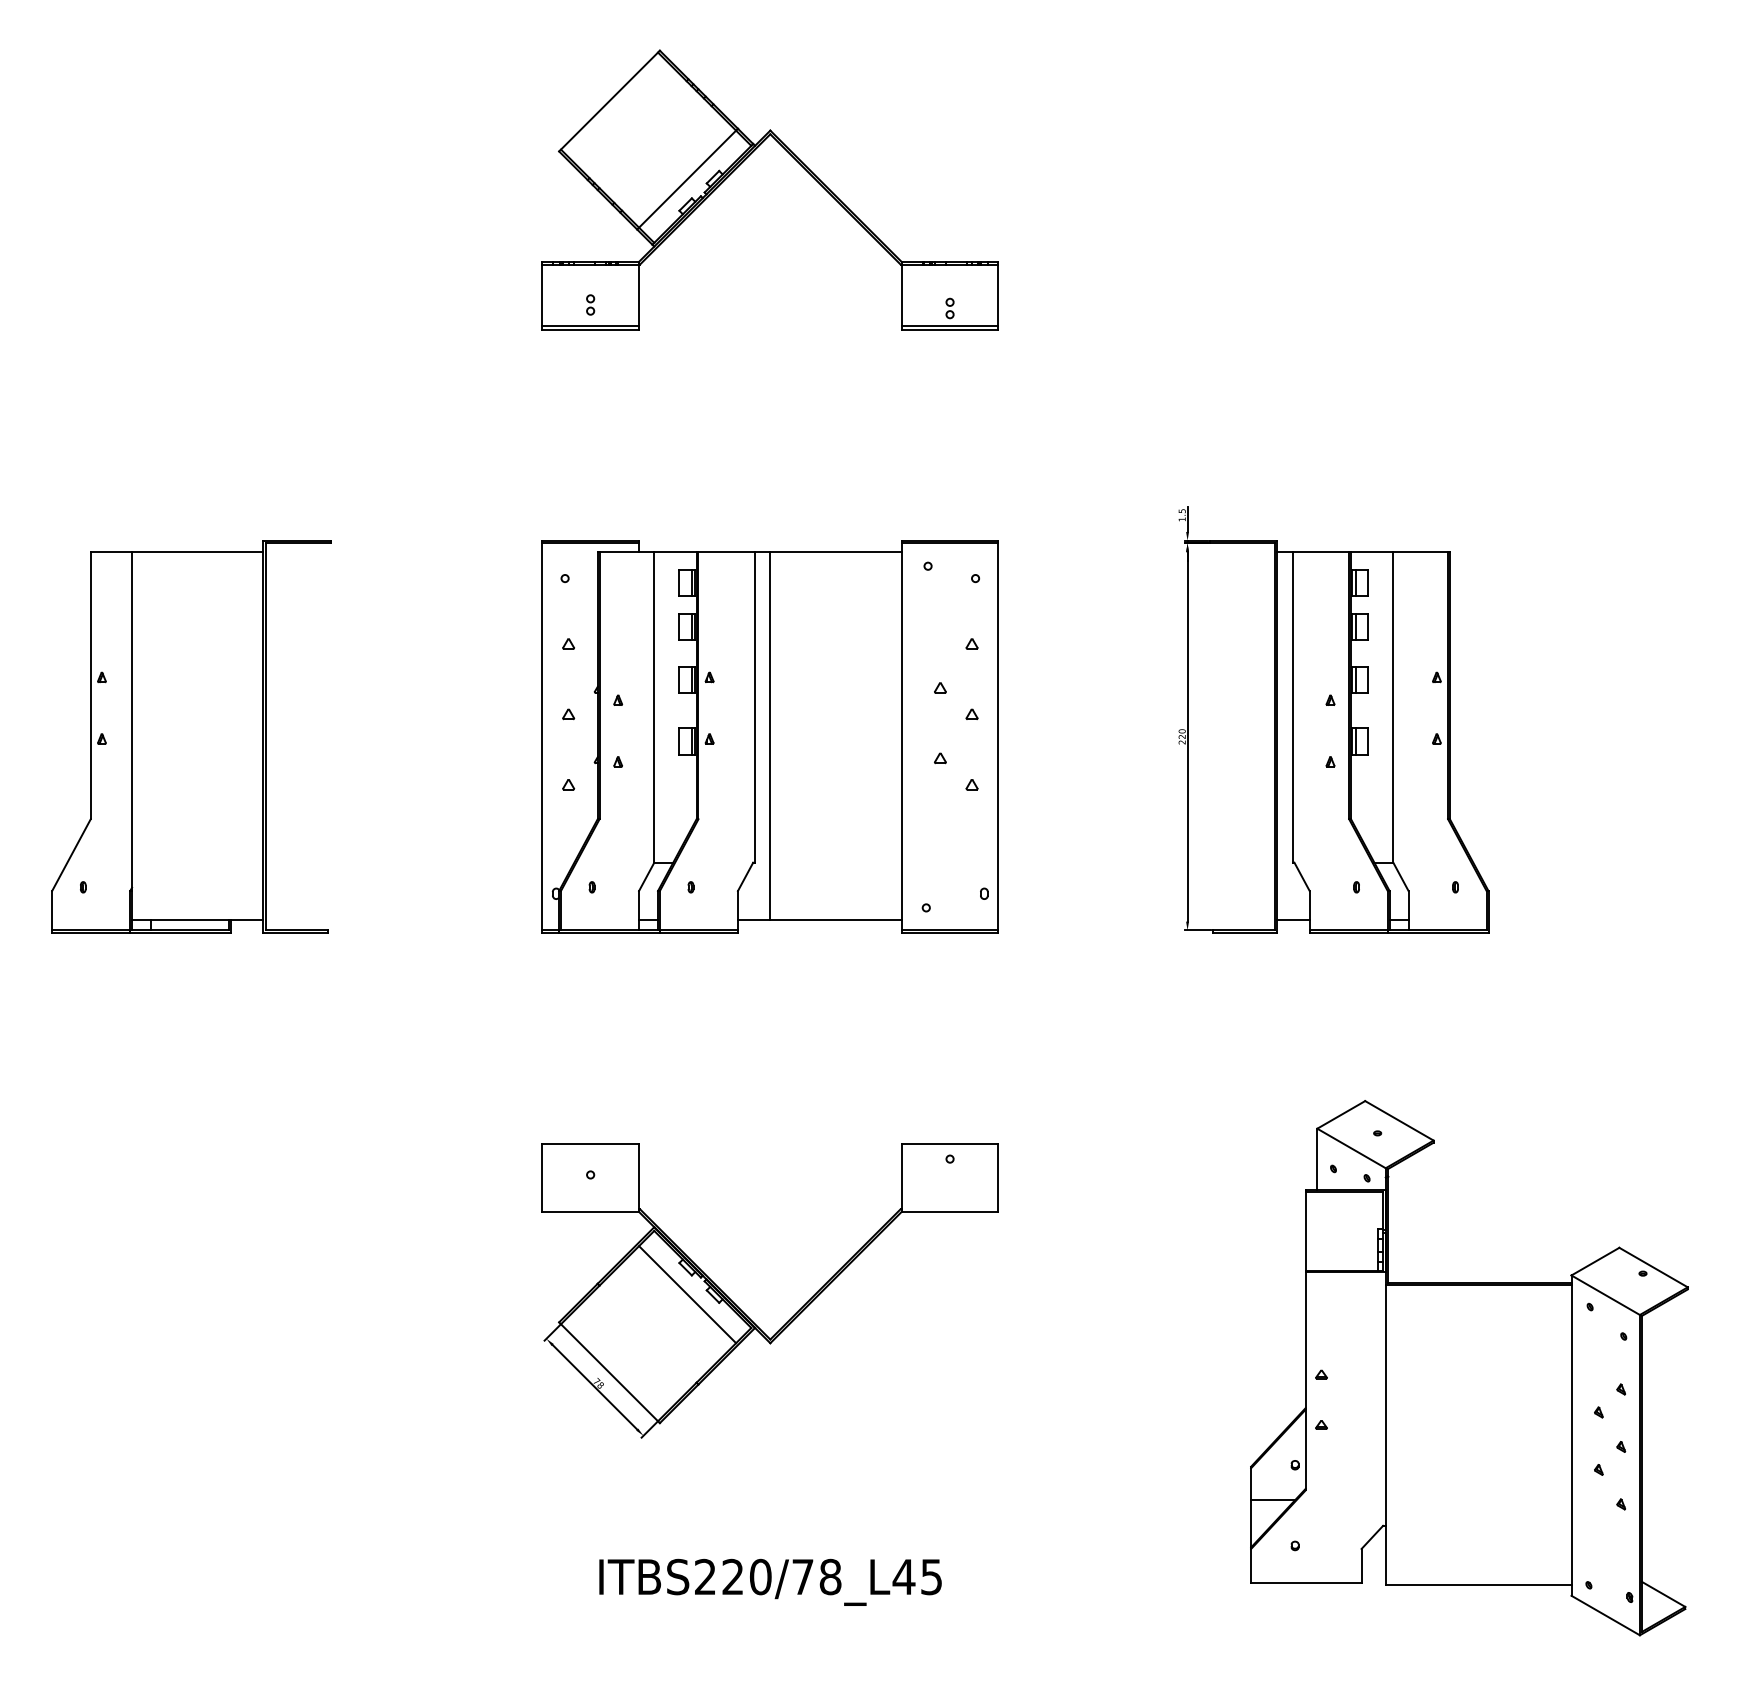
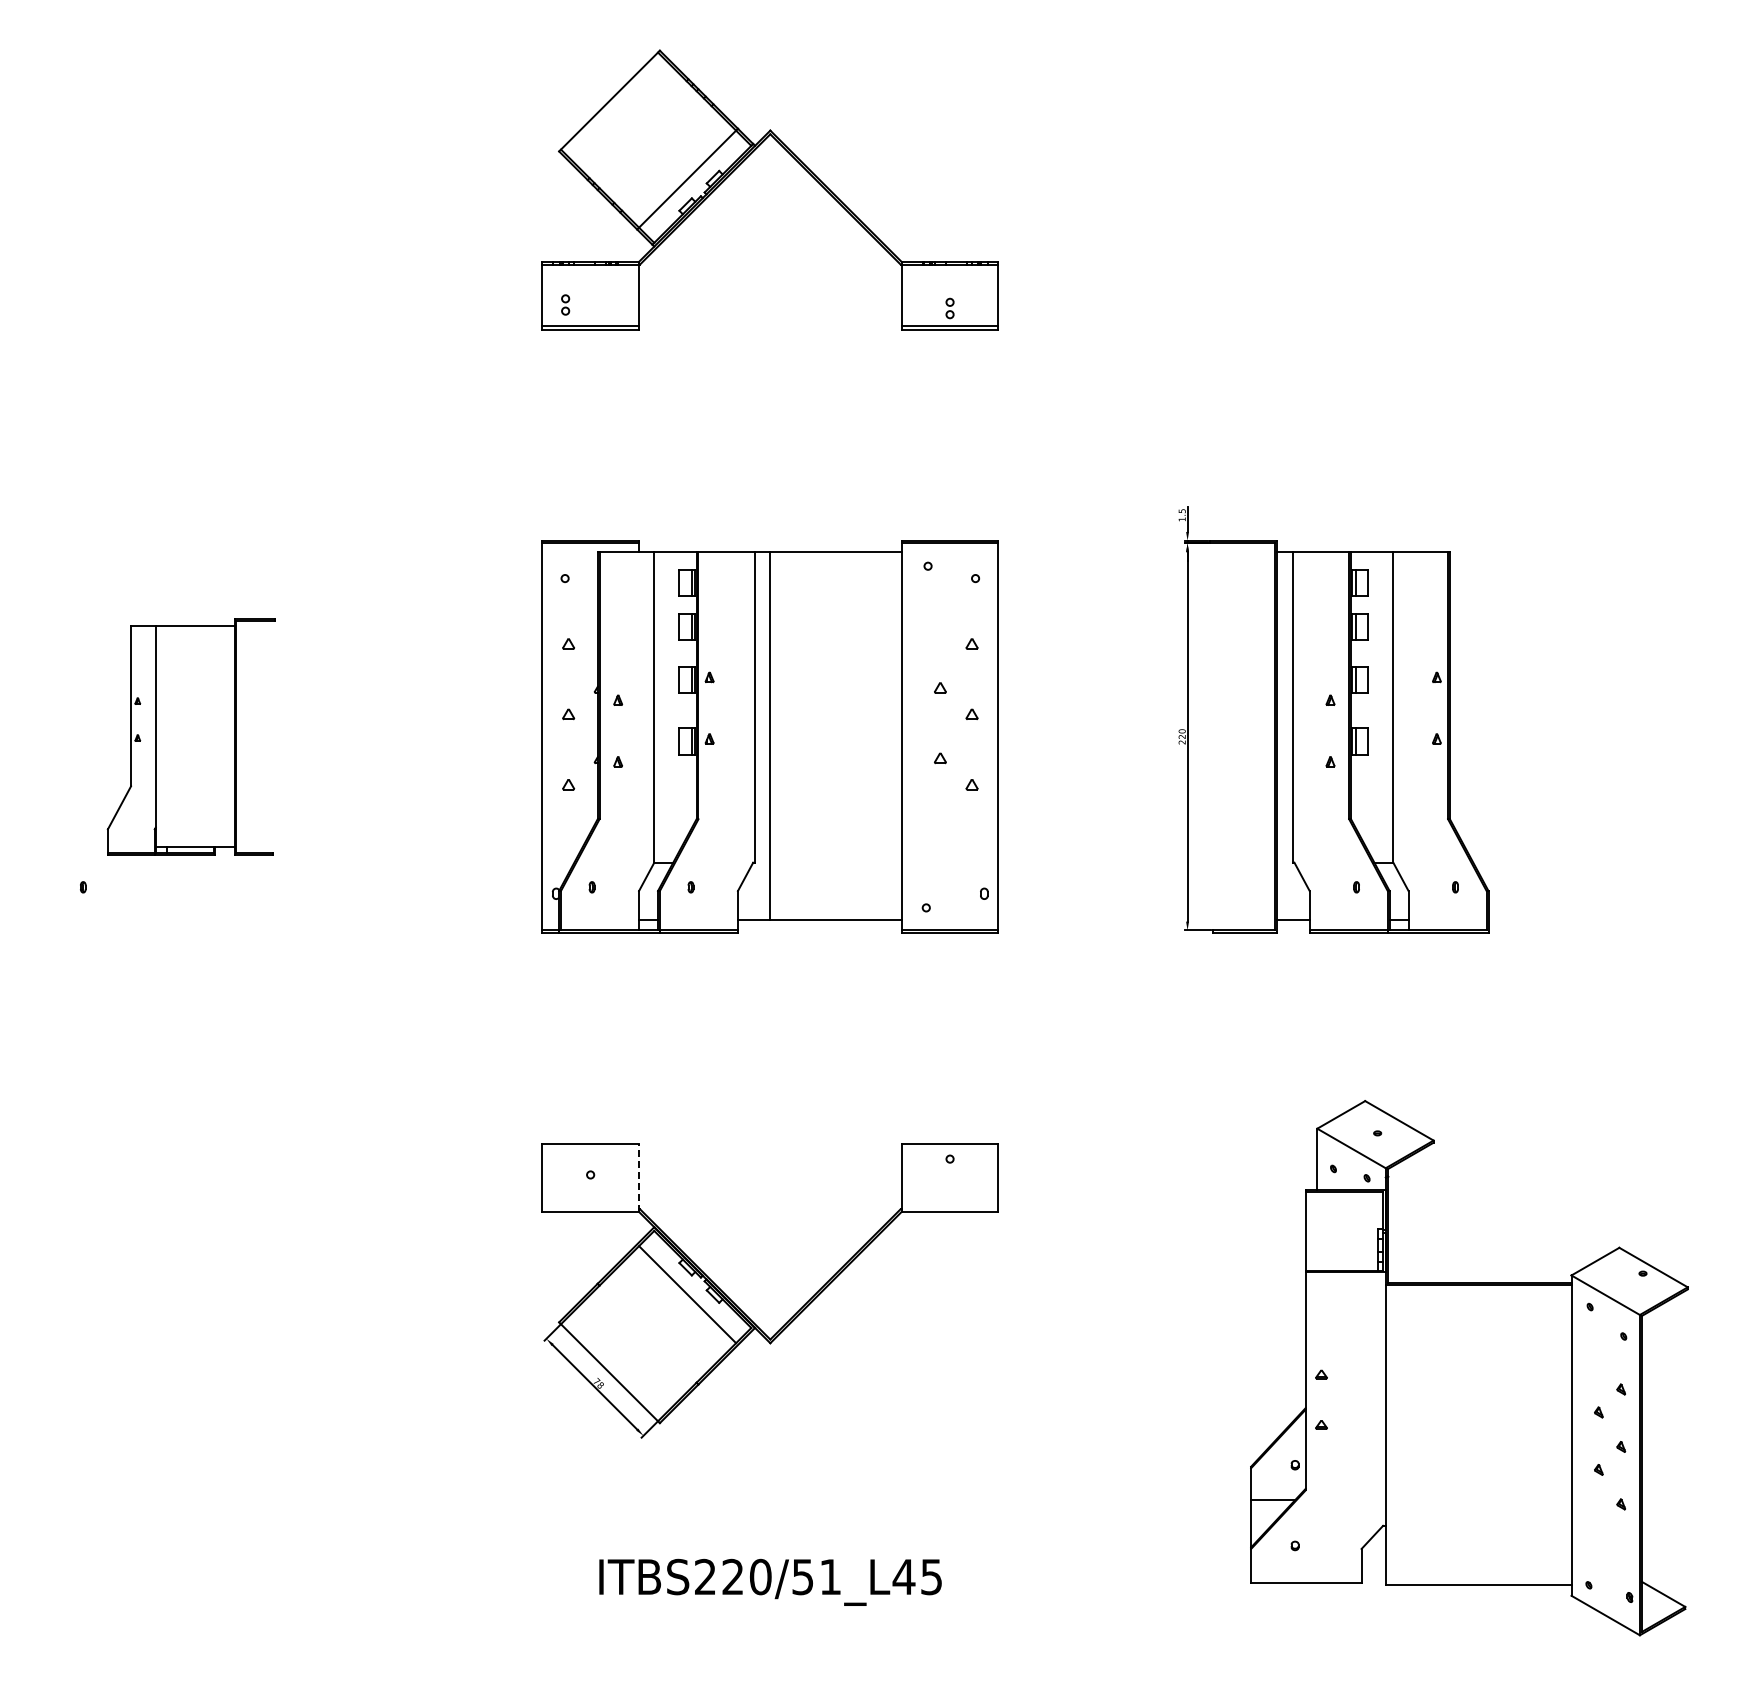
part at (590, 304) position: (590, 304) -> (565, 304)
part at (191, 736) size: 281x394 px -> 170x238 px
line at (639, 1178): solid -> dashed
text at (816, 1576): ITBS220/78_L45 -> ITBS220/51_L45
